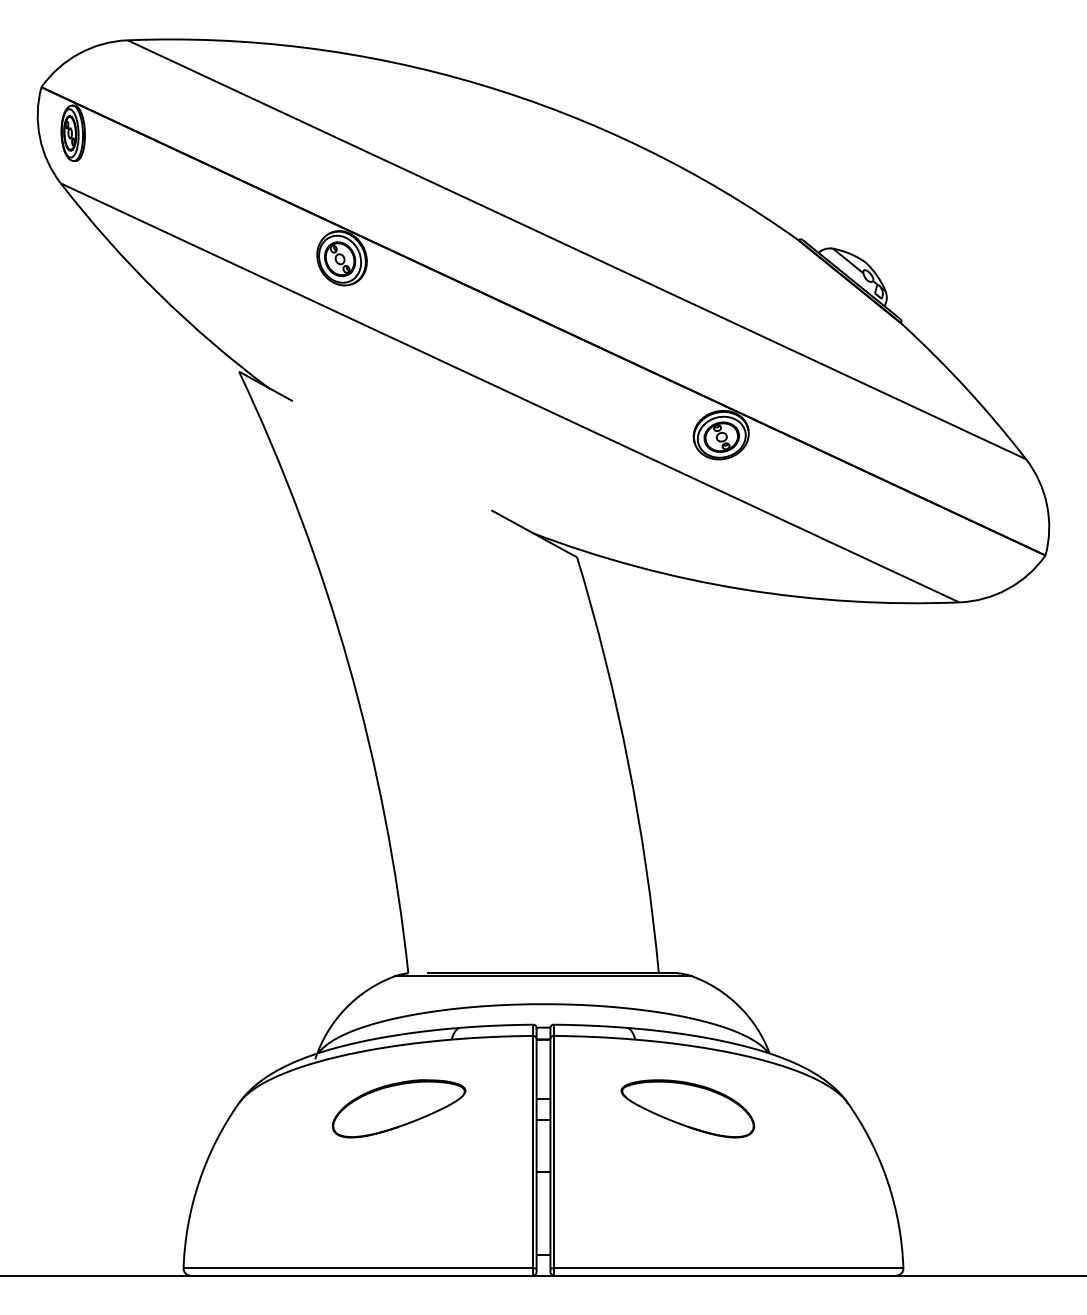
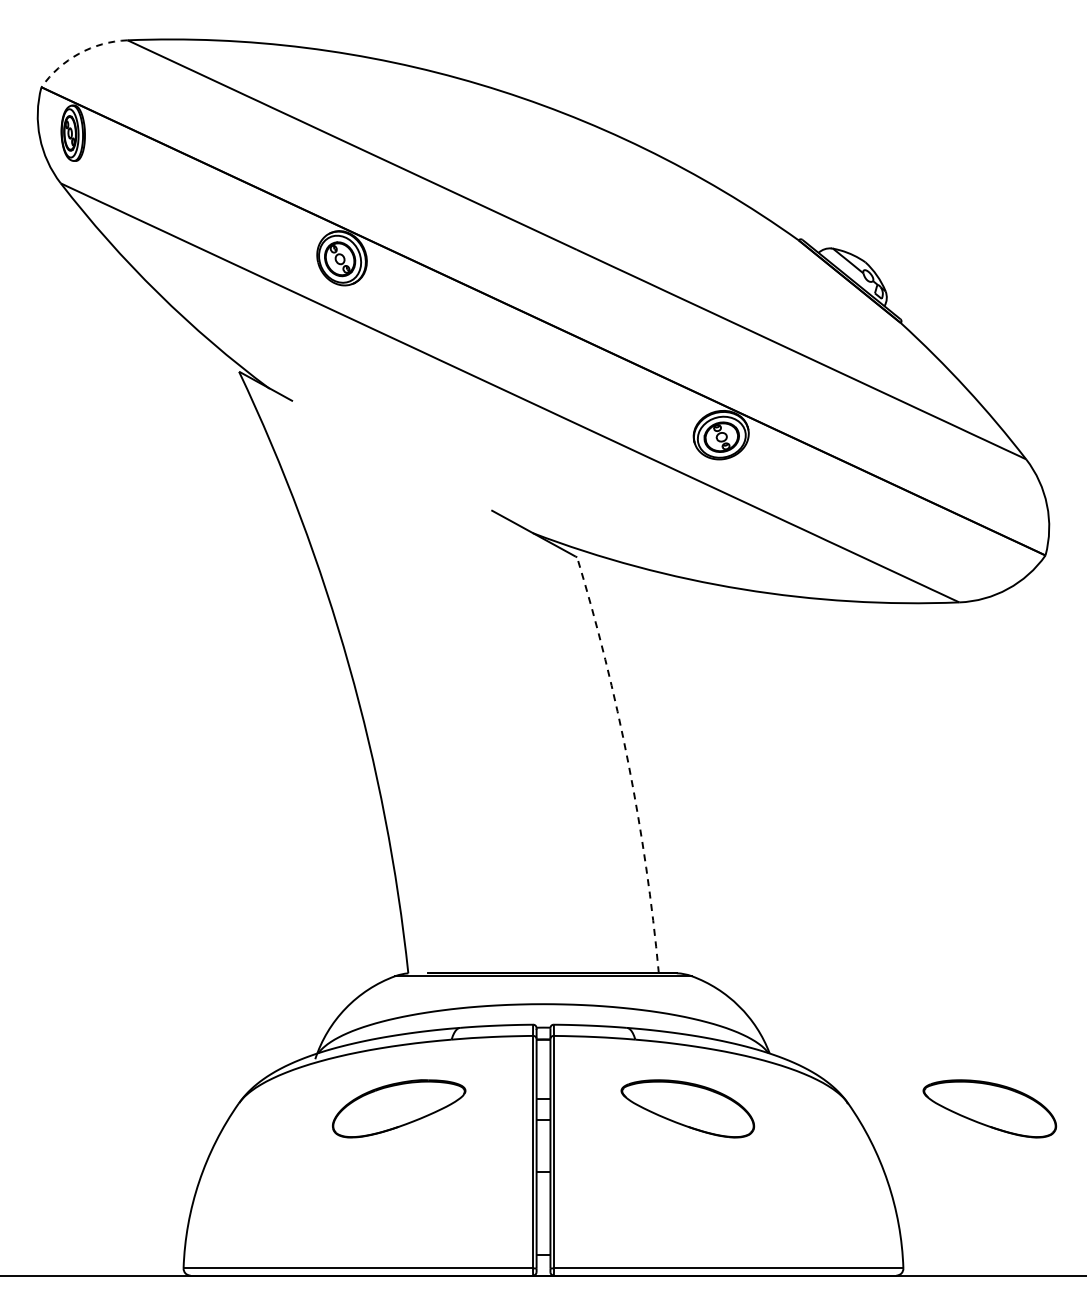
arc at (79, 53): solid -> dashed
arc at (628, 763): solid -> dashed
part at (989, 1108): none -> present
